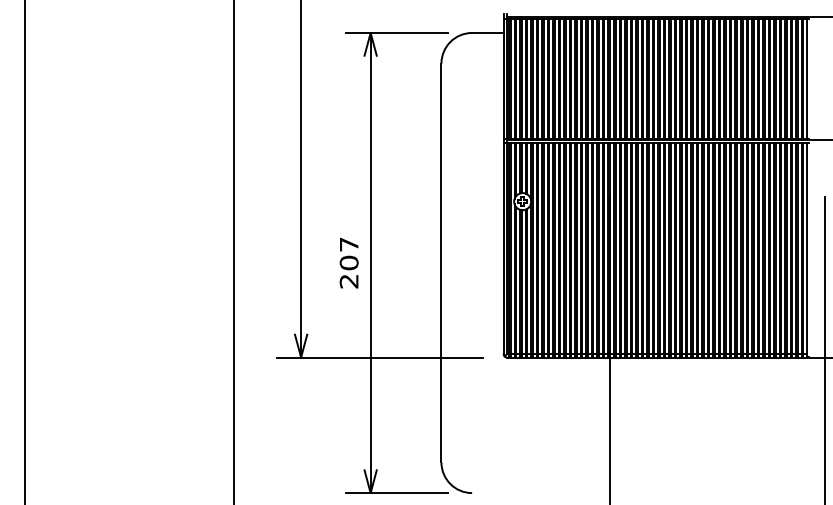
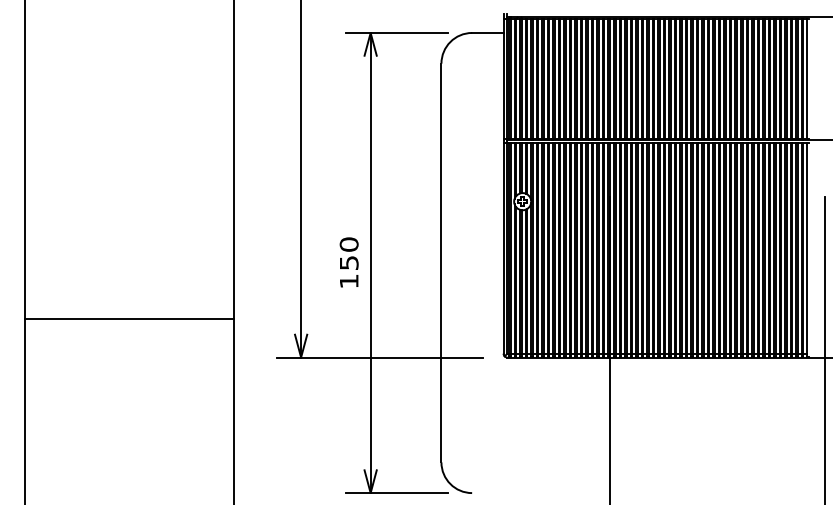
text at (348, 262): 207 -> 150
line at (128, 318): none -> present
